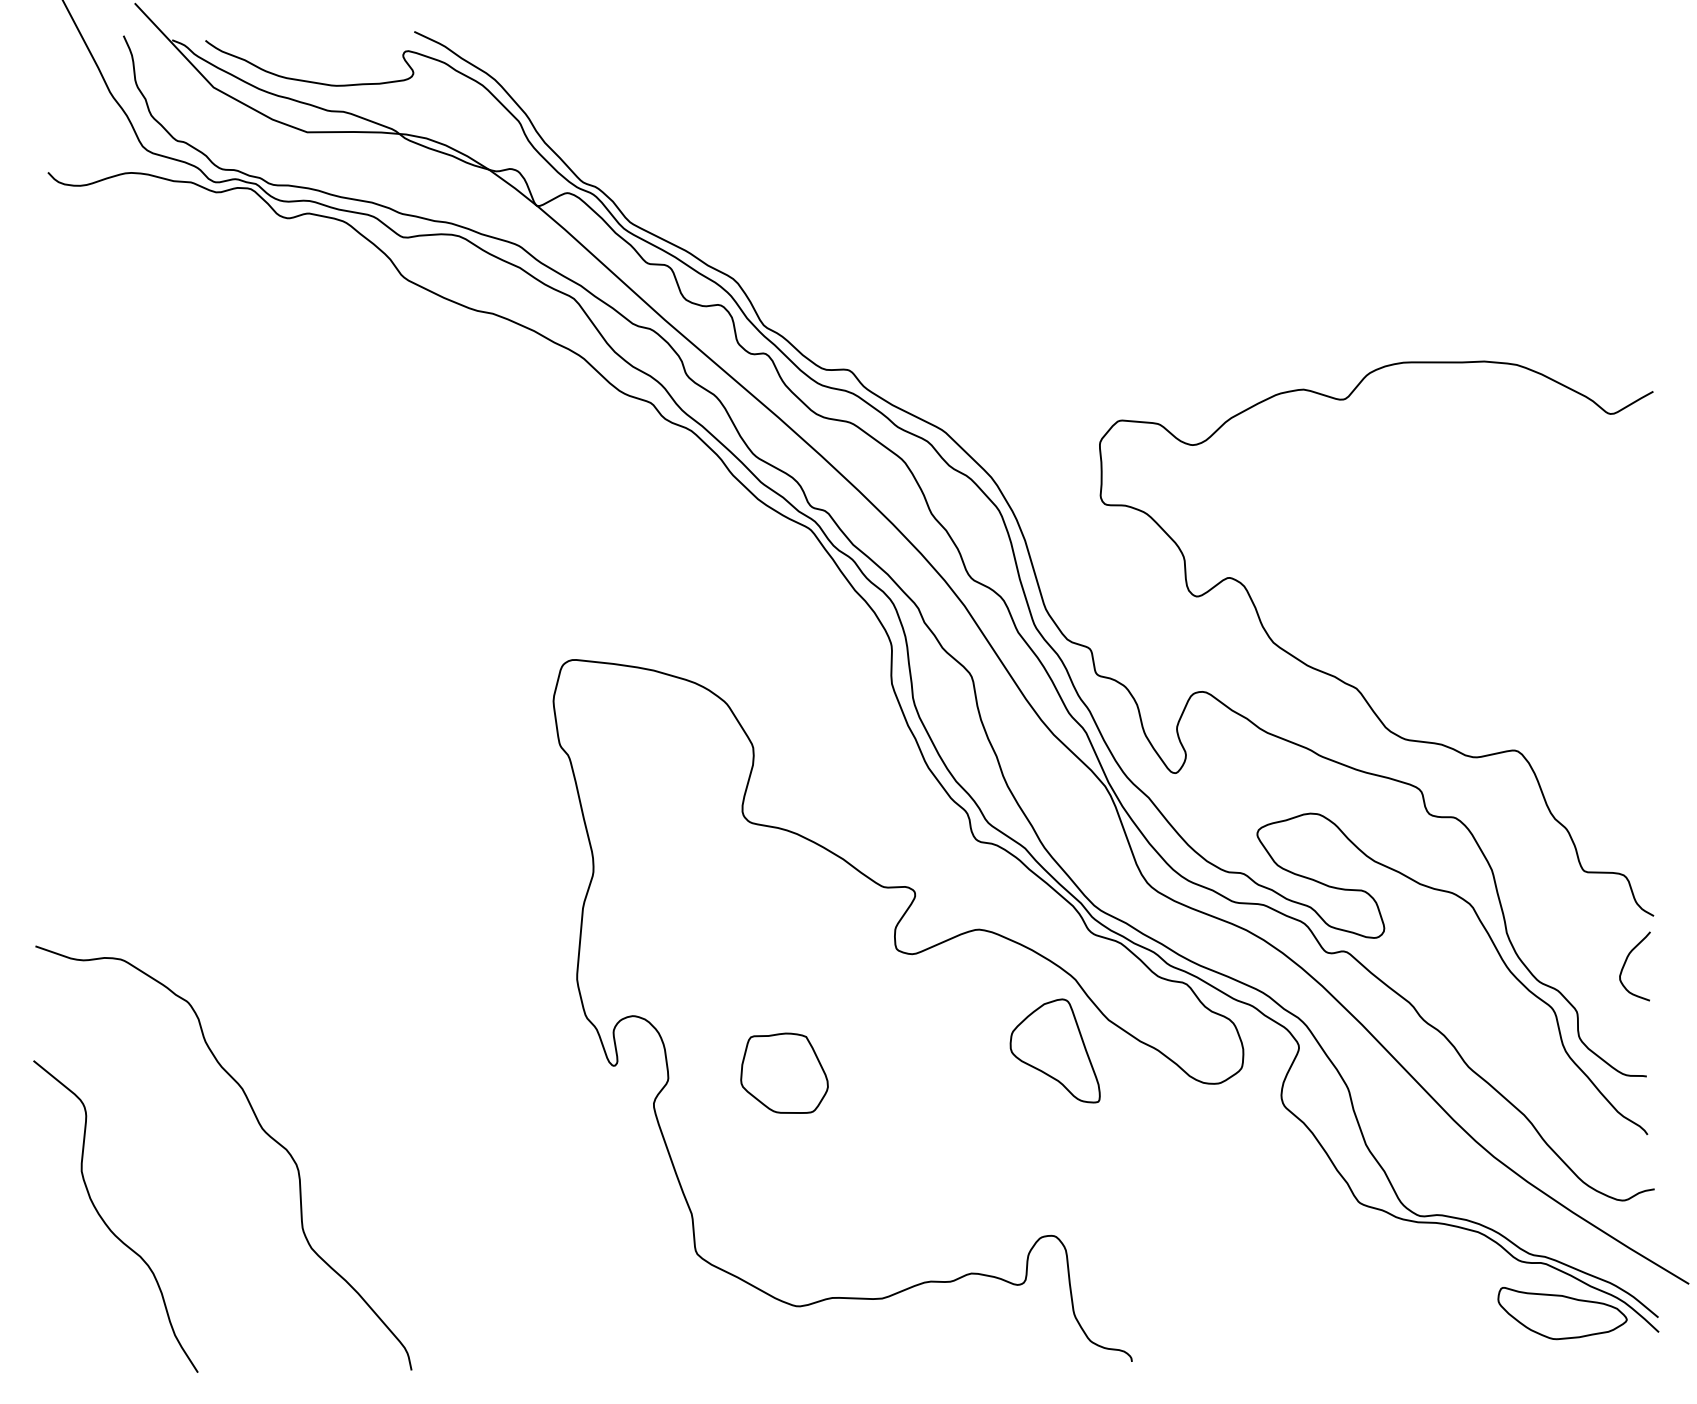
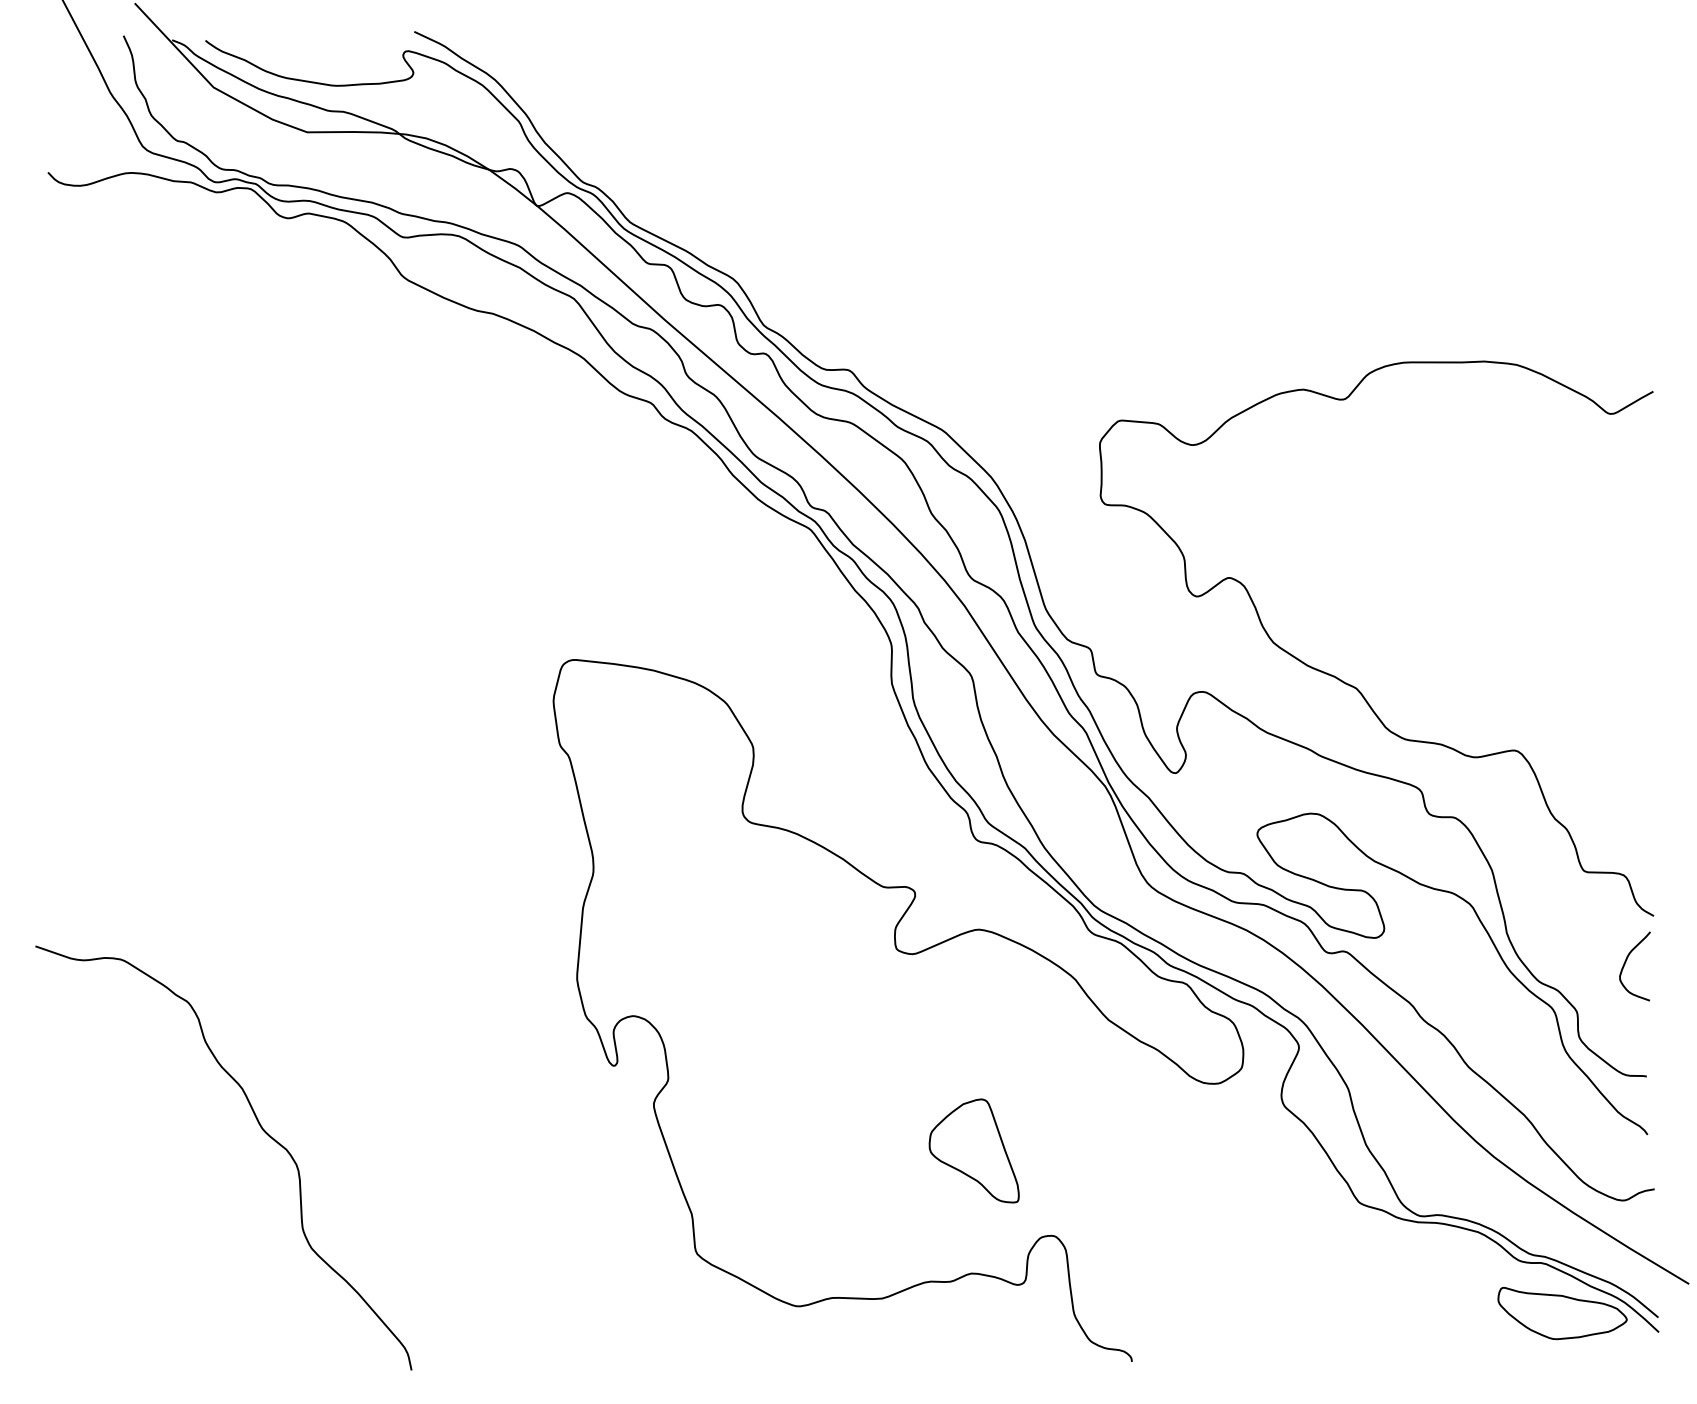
part at (1054, 1050) position: (1054, 1050) -> (973, 1150)
part at (784, 1072): present -> none
curve at (107, 1224): present -> none
